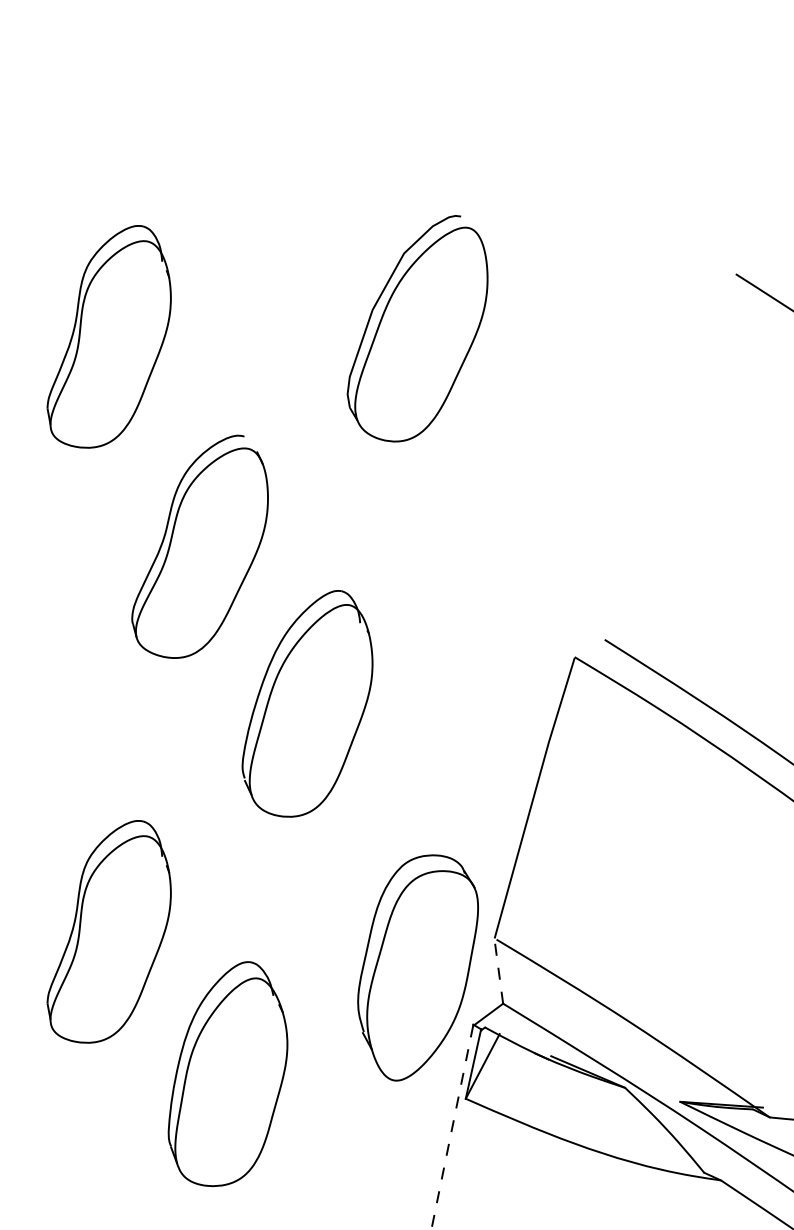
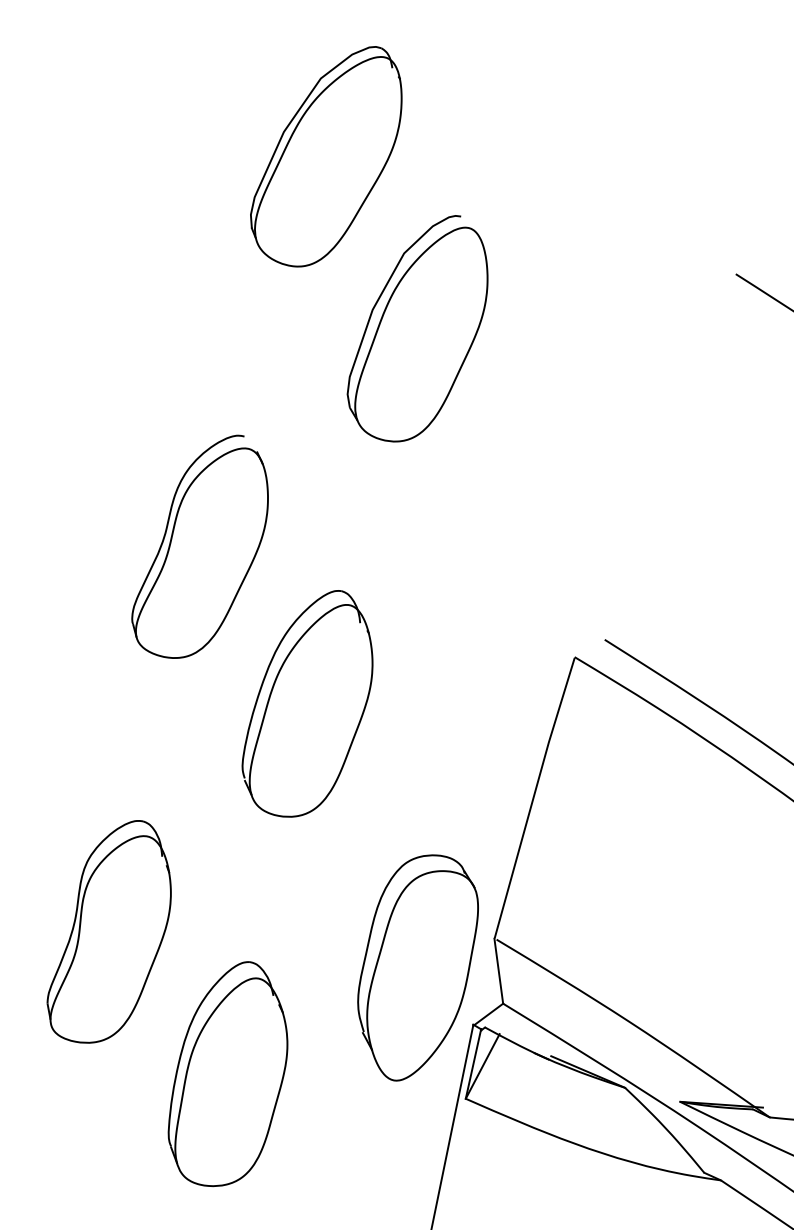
part at (326, 156): none -> present
part at (108, 336): present -> none
line at (498, 971): dashed -> solid
line at (452, 1128): dashed -> solid
